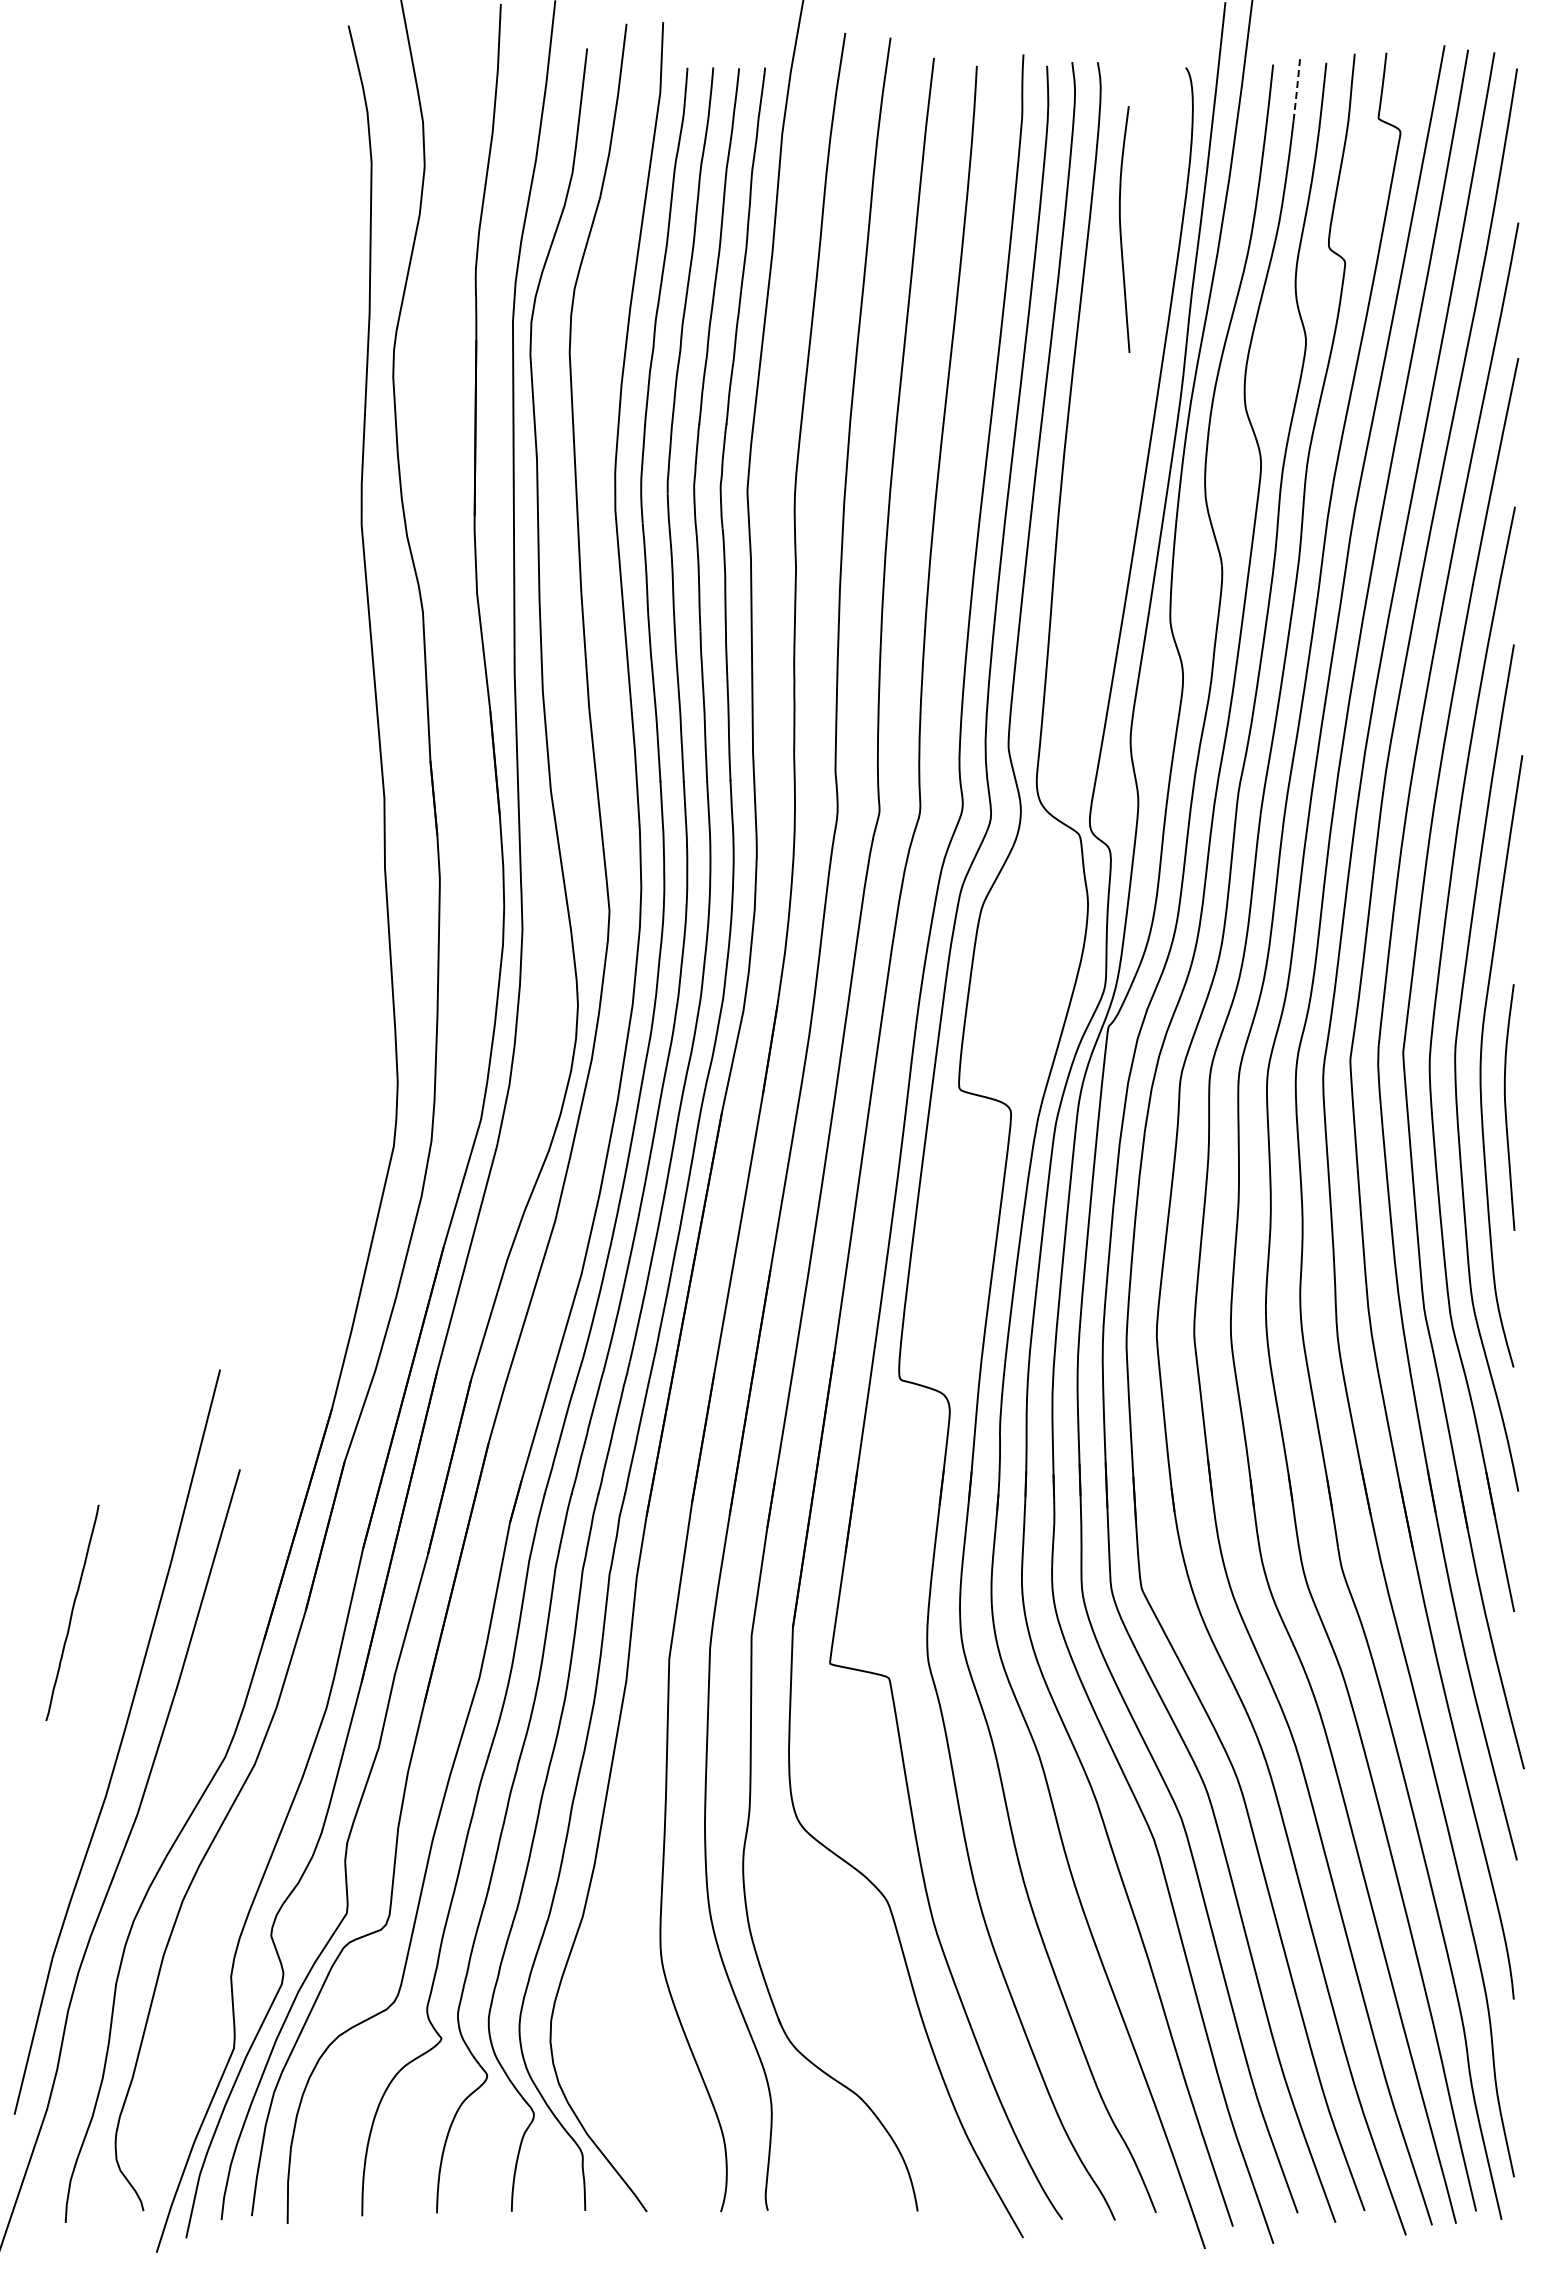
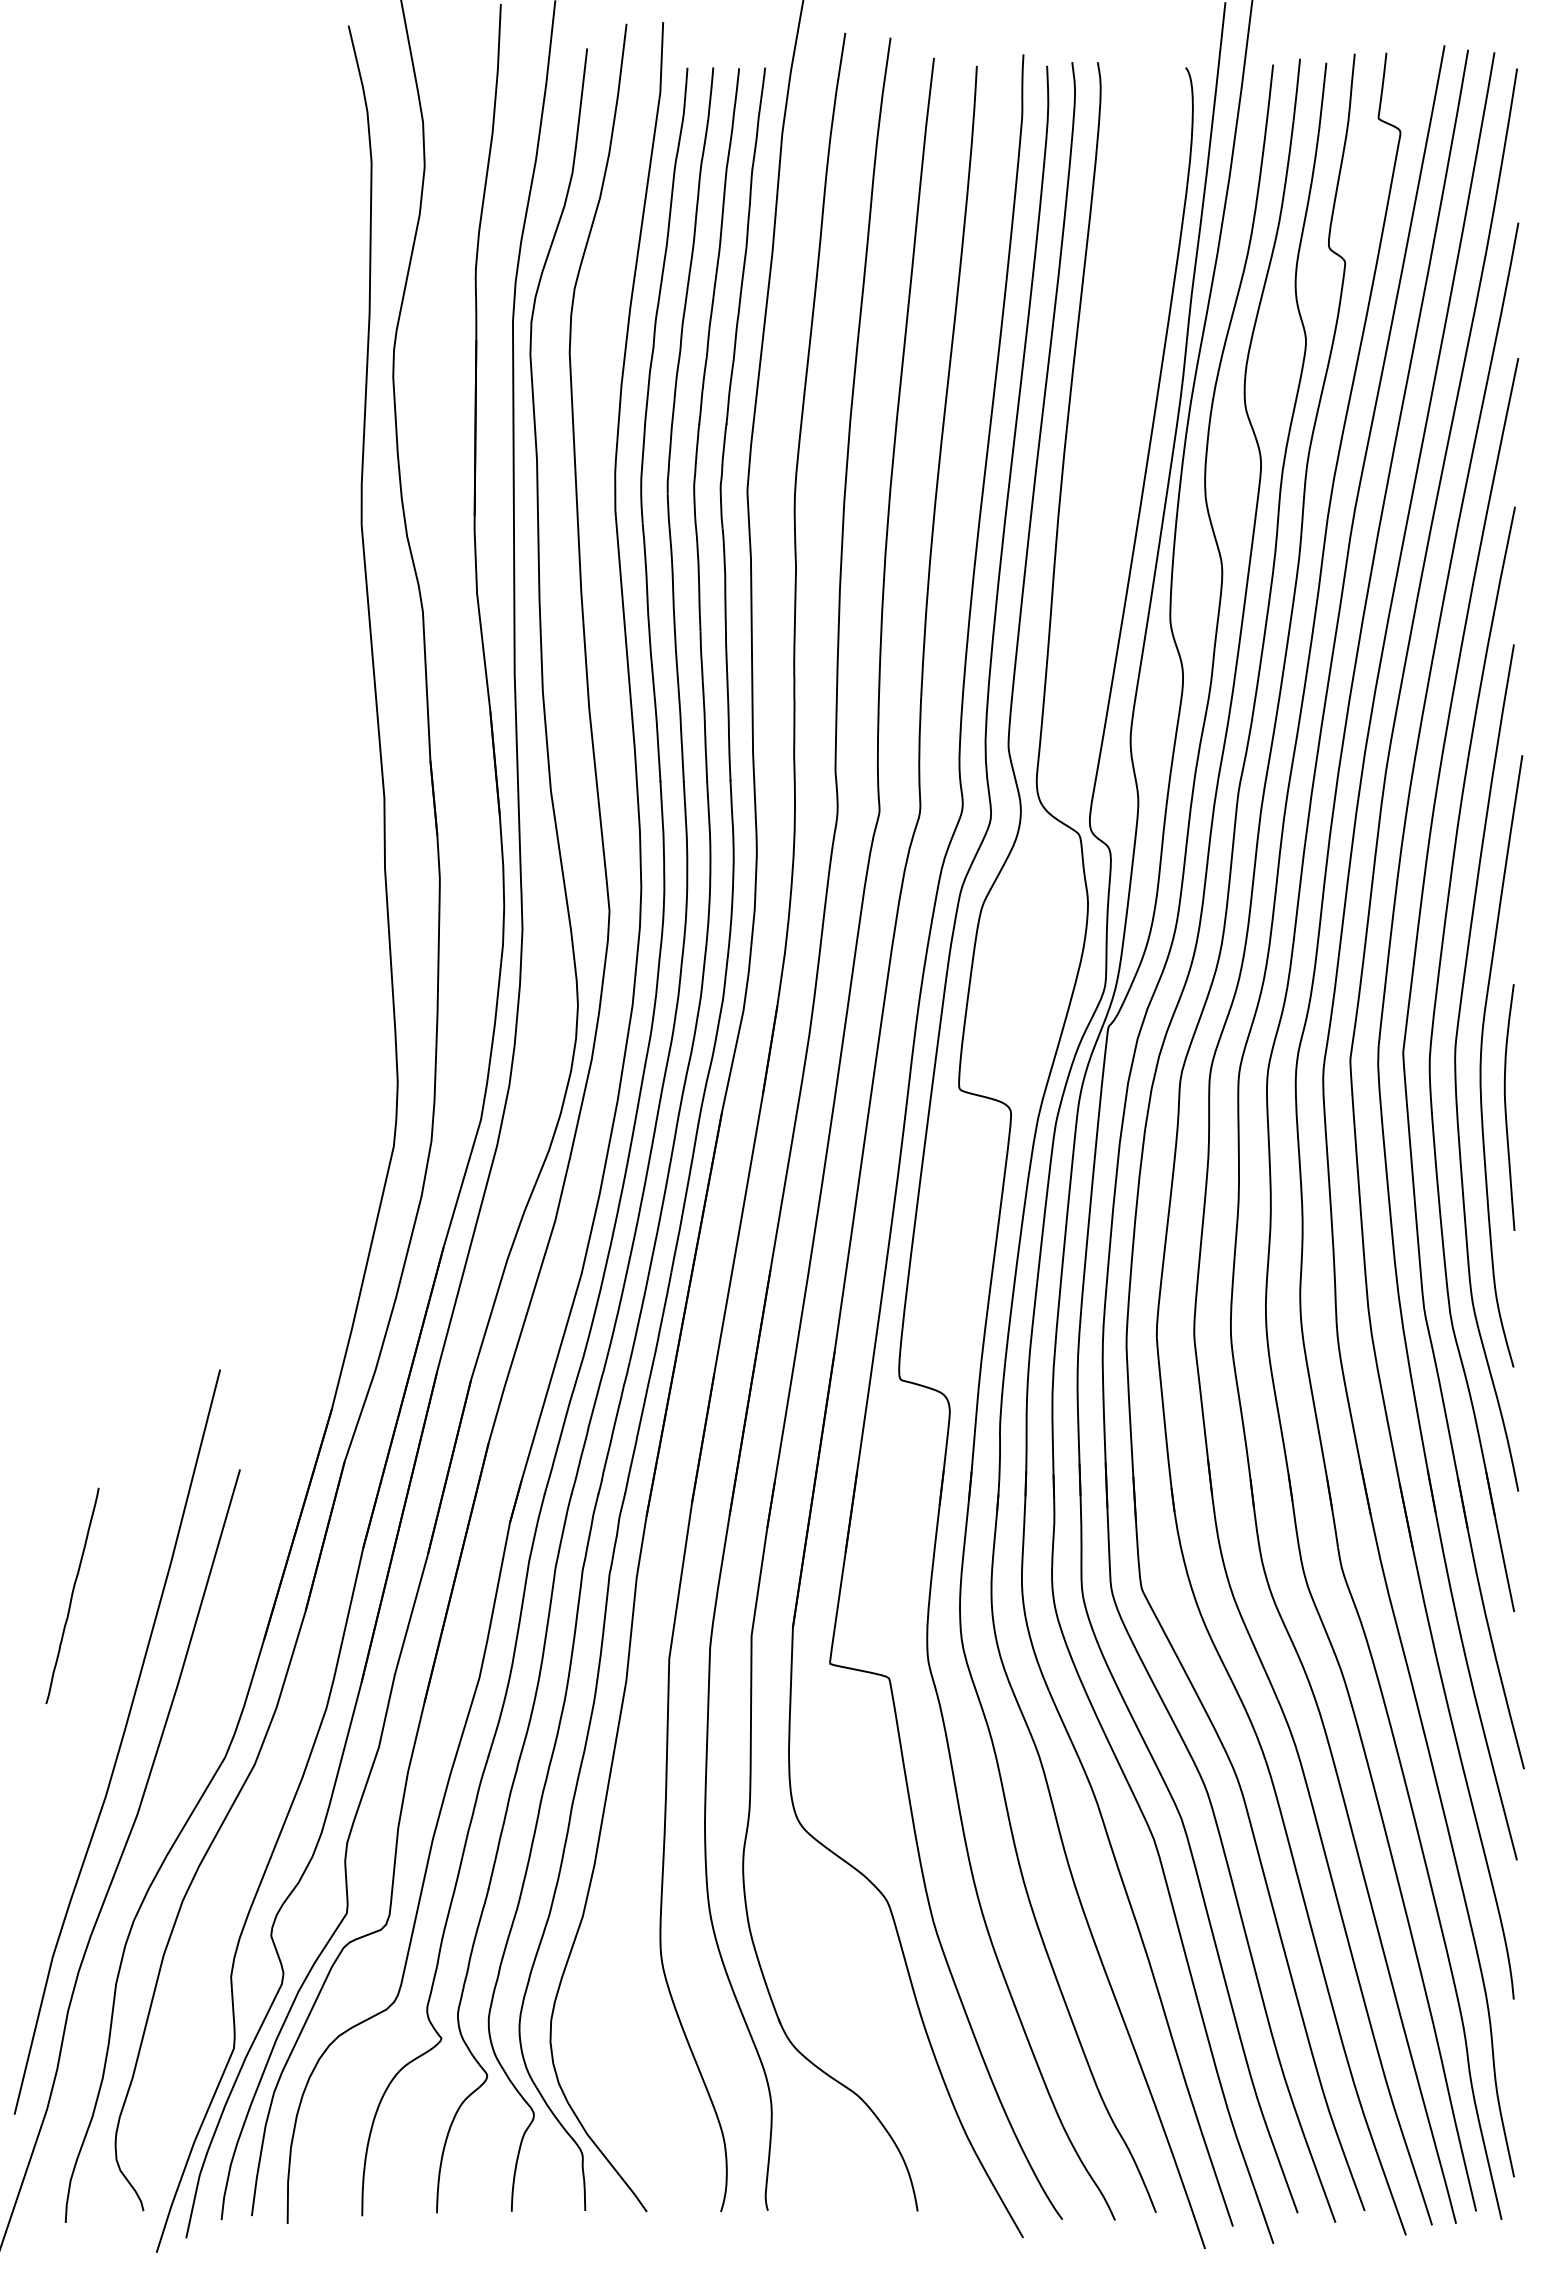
line at (1296, 90): dashed -> solid
curve at (1121, 229): present -> none
curve at (72, 1612) position: (72, 1612) -> (72, 1595)
